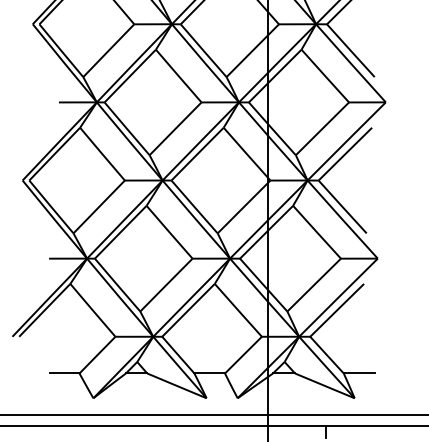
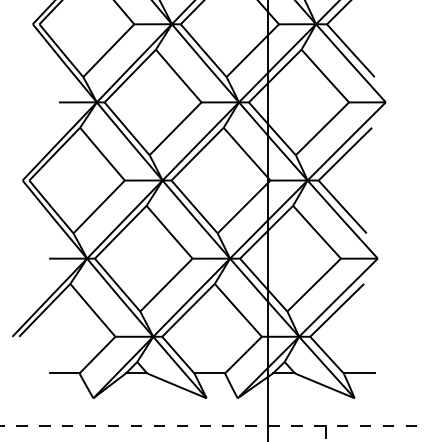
line at (213, 414): present -> none
line at (214, 426): solid -> dashed
